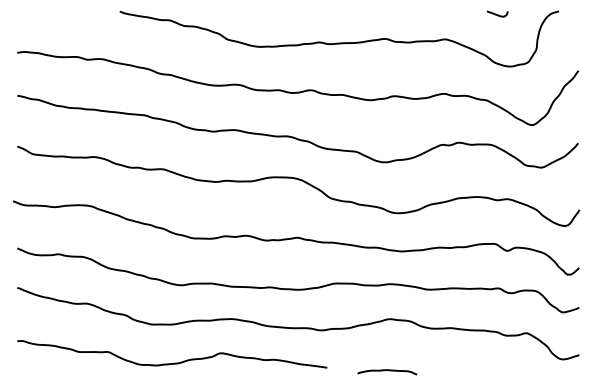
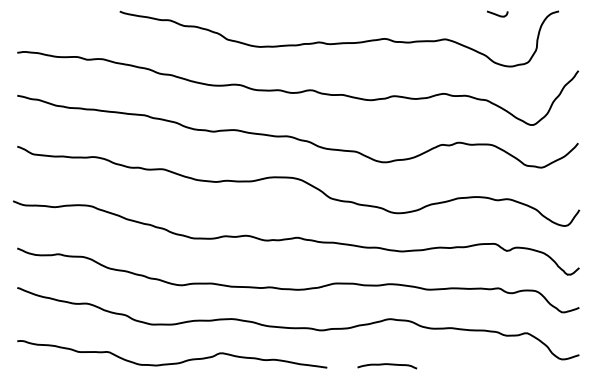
curve at (387, 371) position: (387, 371) -> (387, 365)
